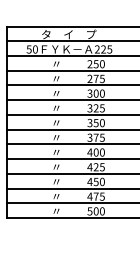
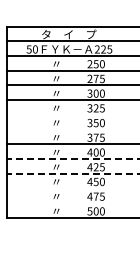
line at (71, 114): present -> none
line at (71, 129): present -> none
line at (73, 159): solid -> dashed
line at (73, 173): solid -> dashed
line at (71, 188): present -> none
line at (71, 203): present -> none
